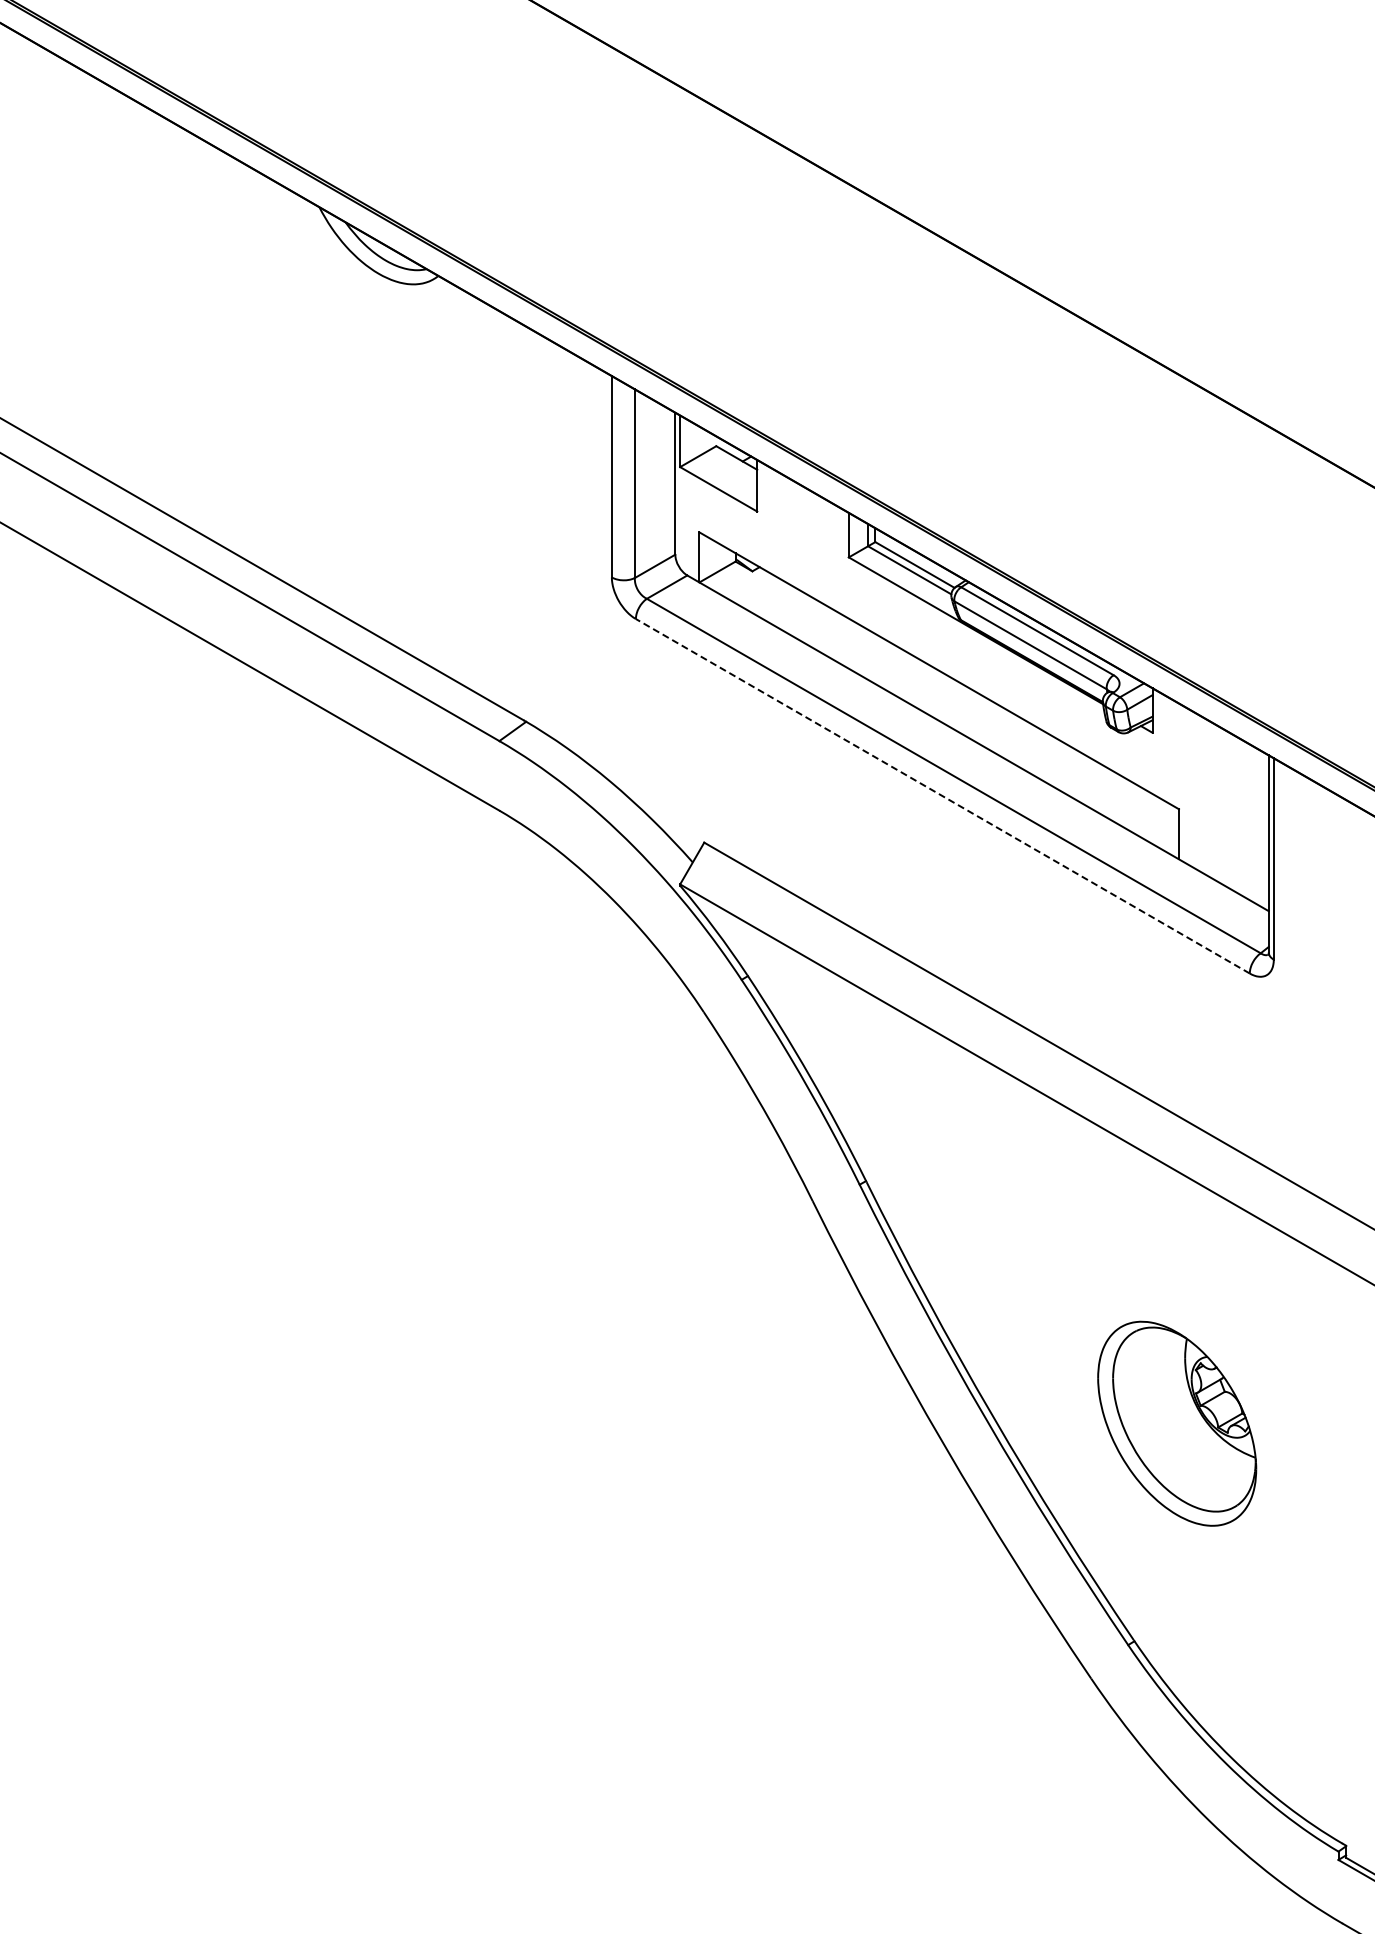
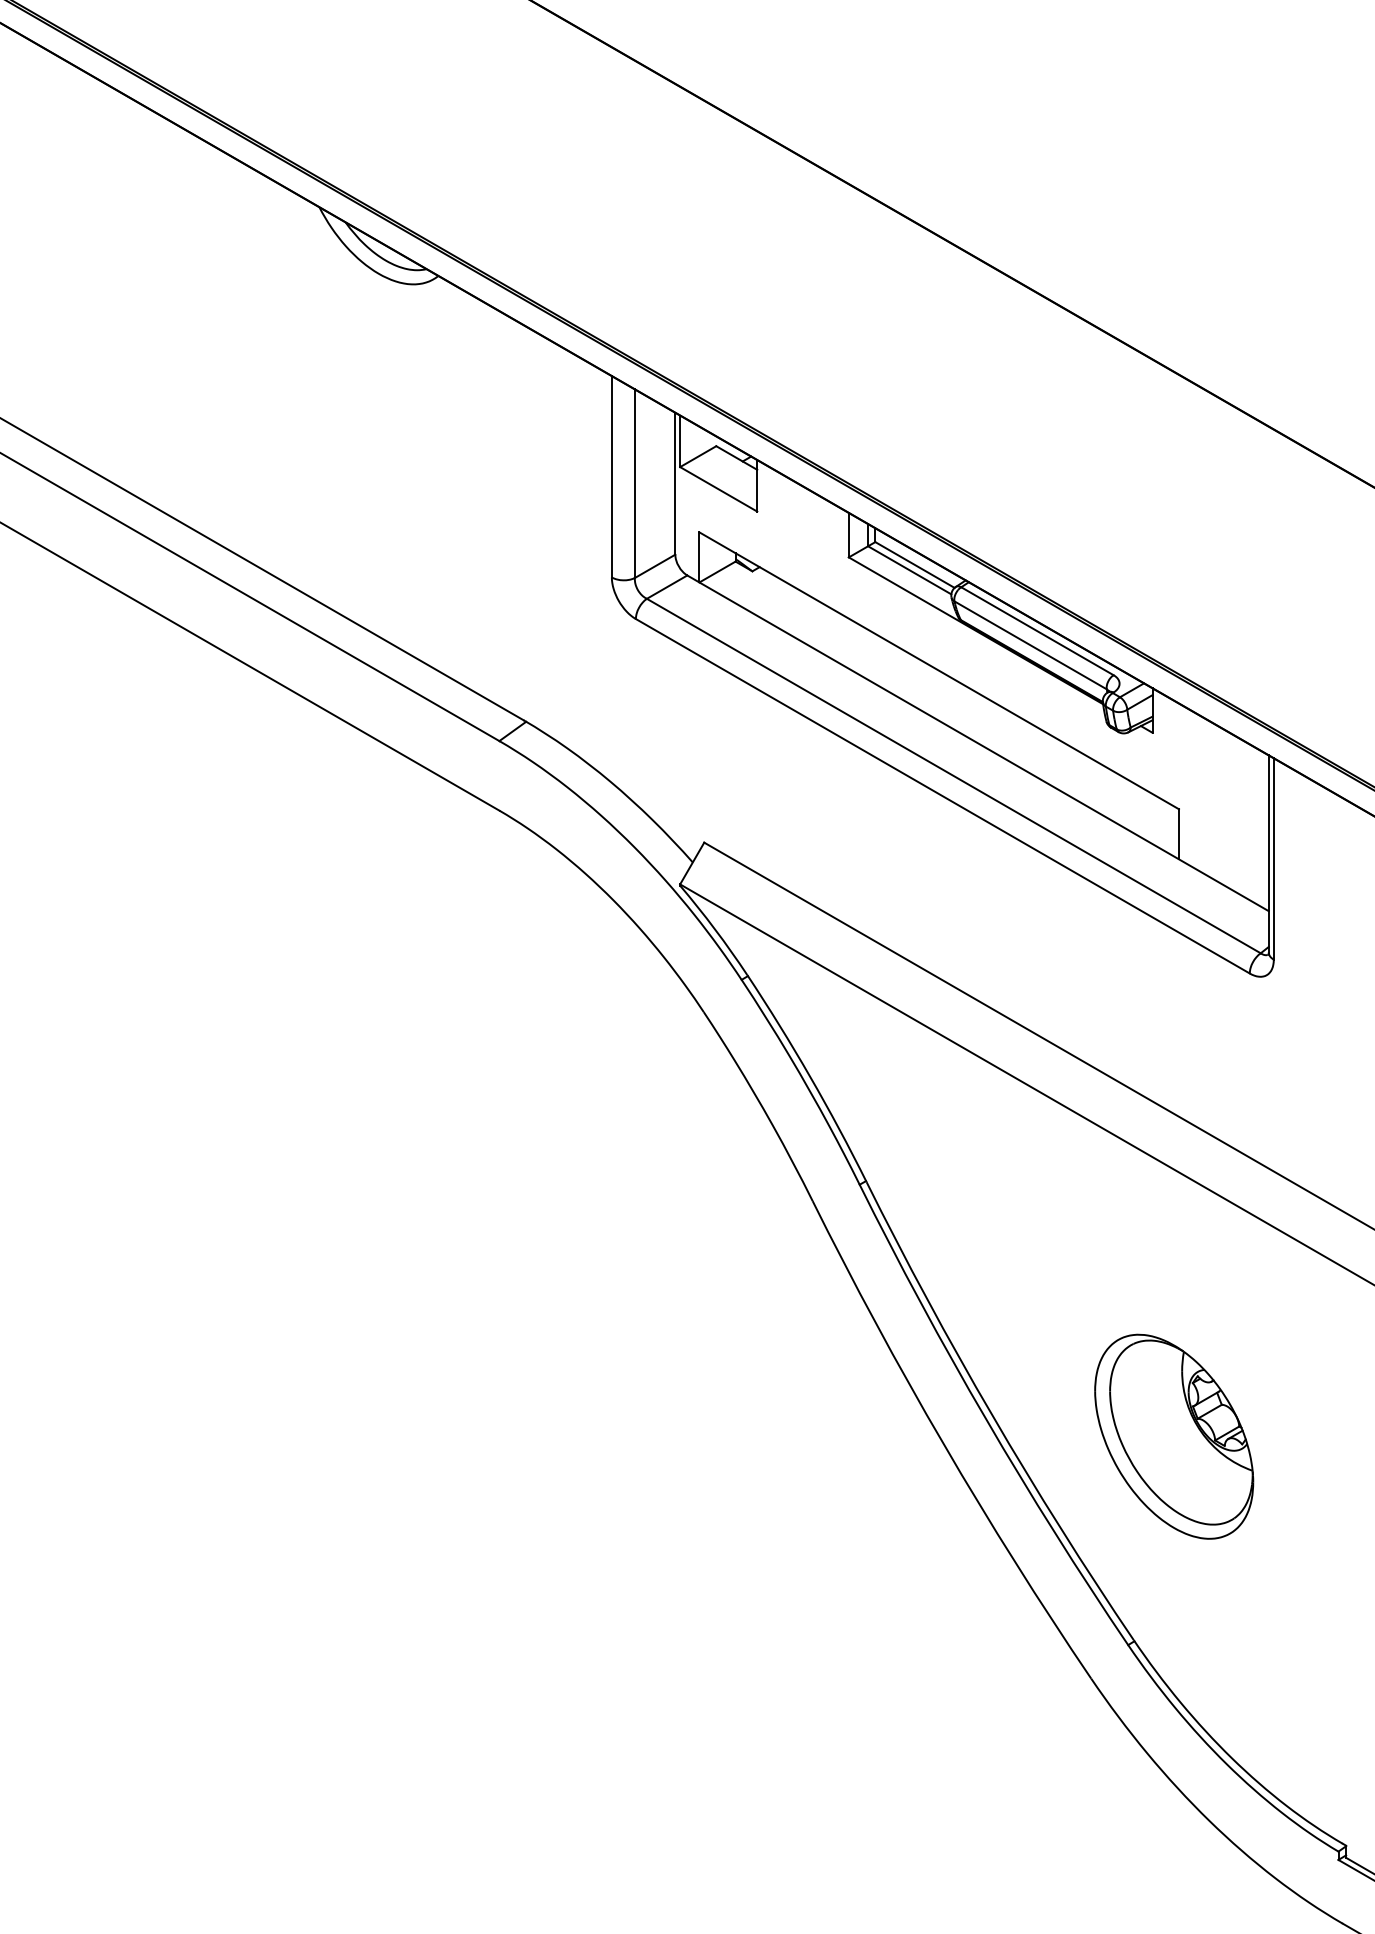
line at (942, 796): dashed -> solid
part at (1177, 1423) position: (1177, 1423) -> (1174, 1436)
